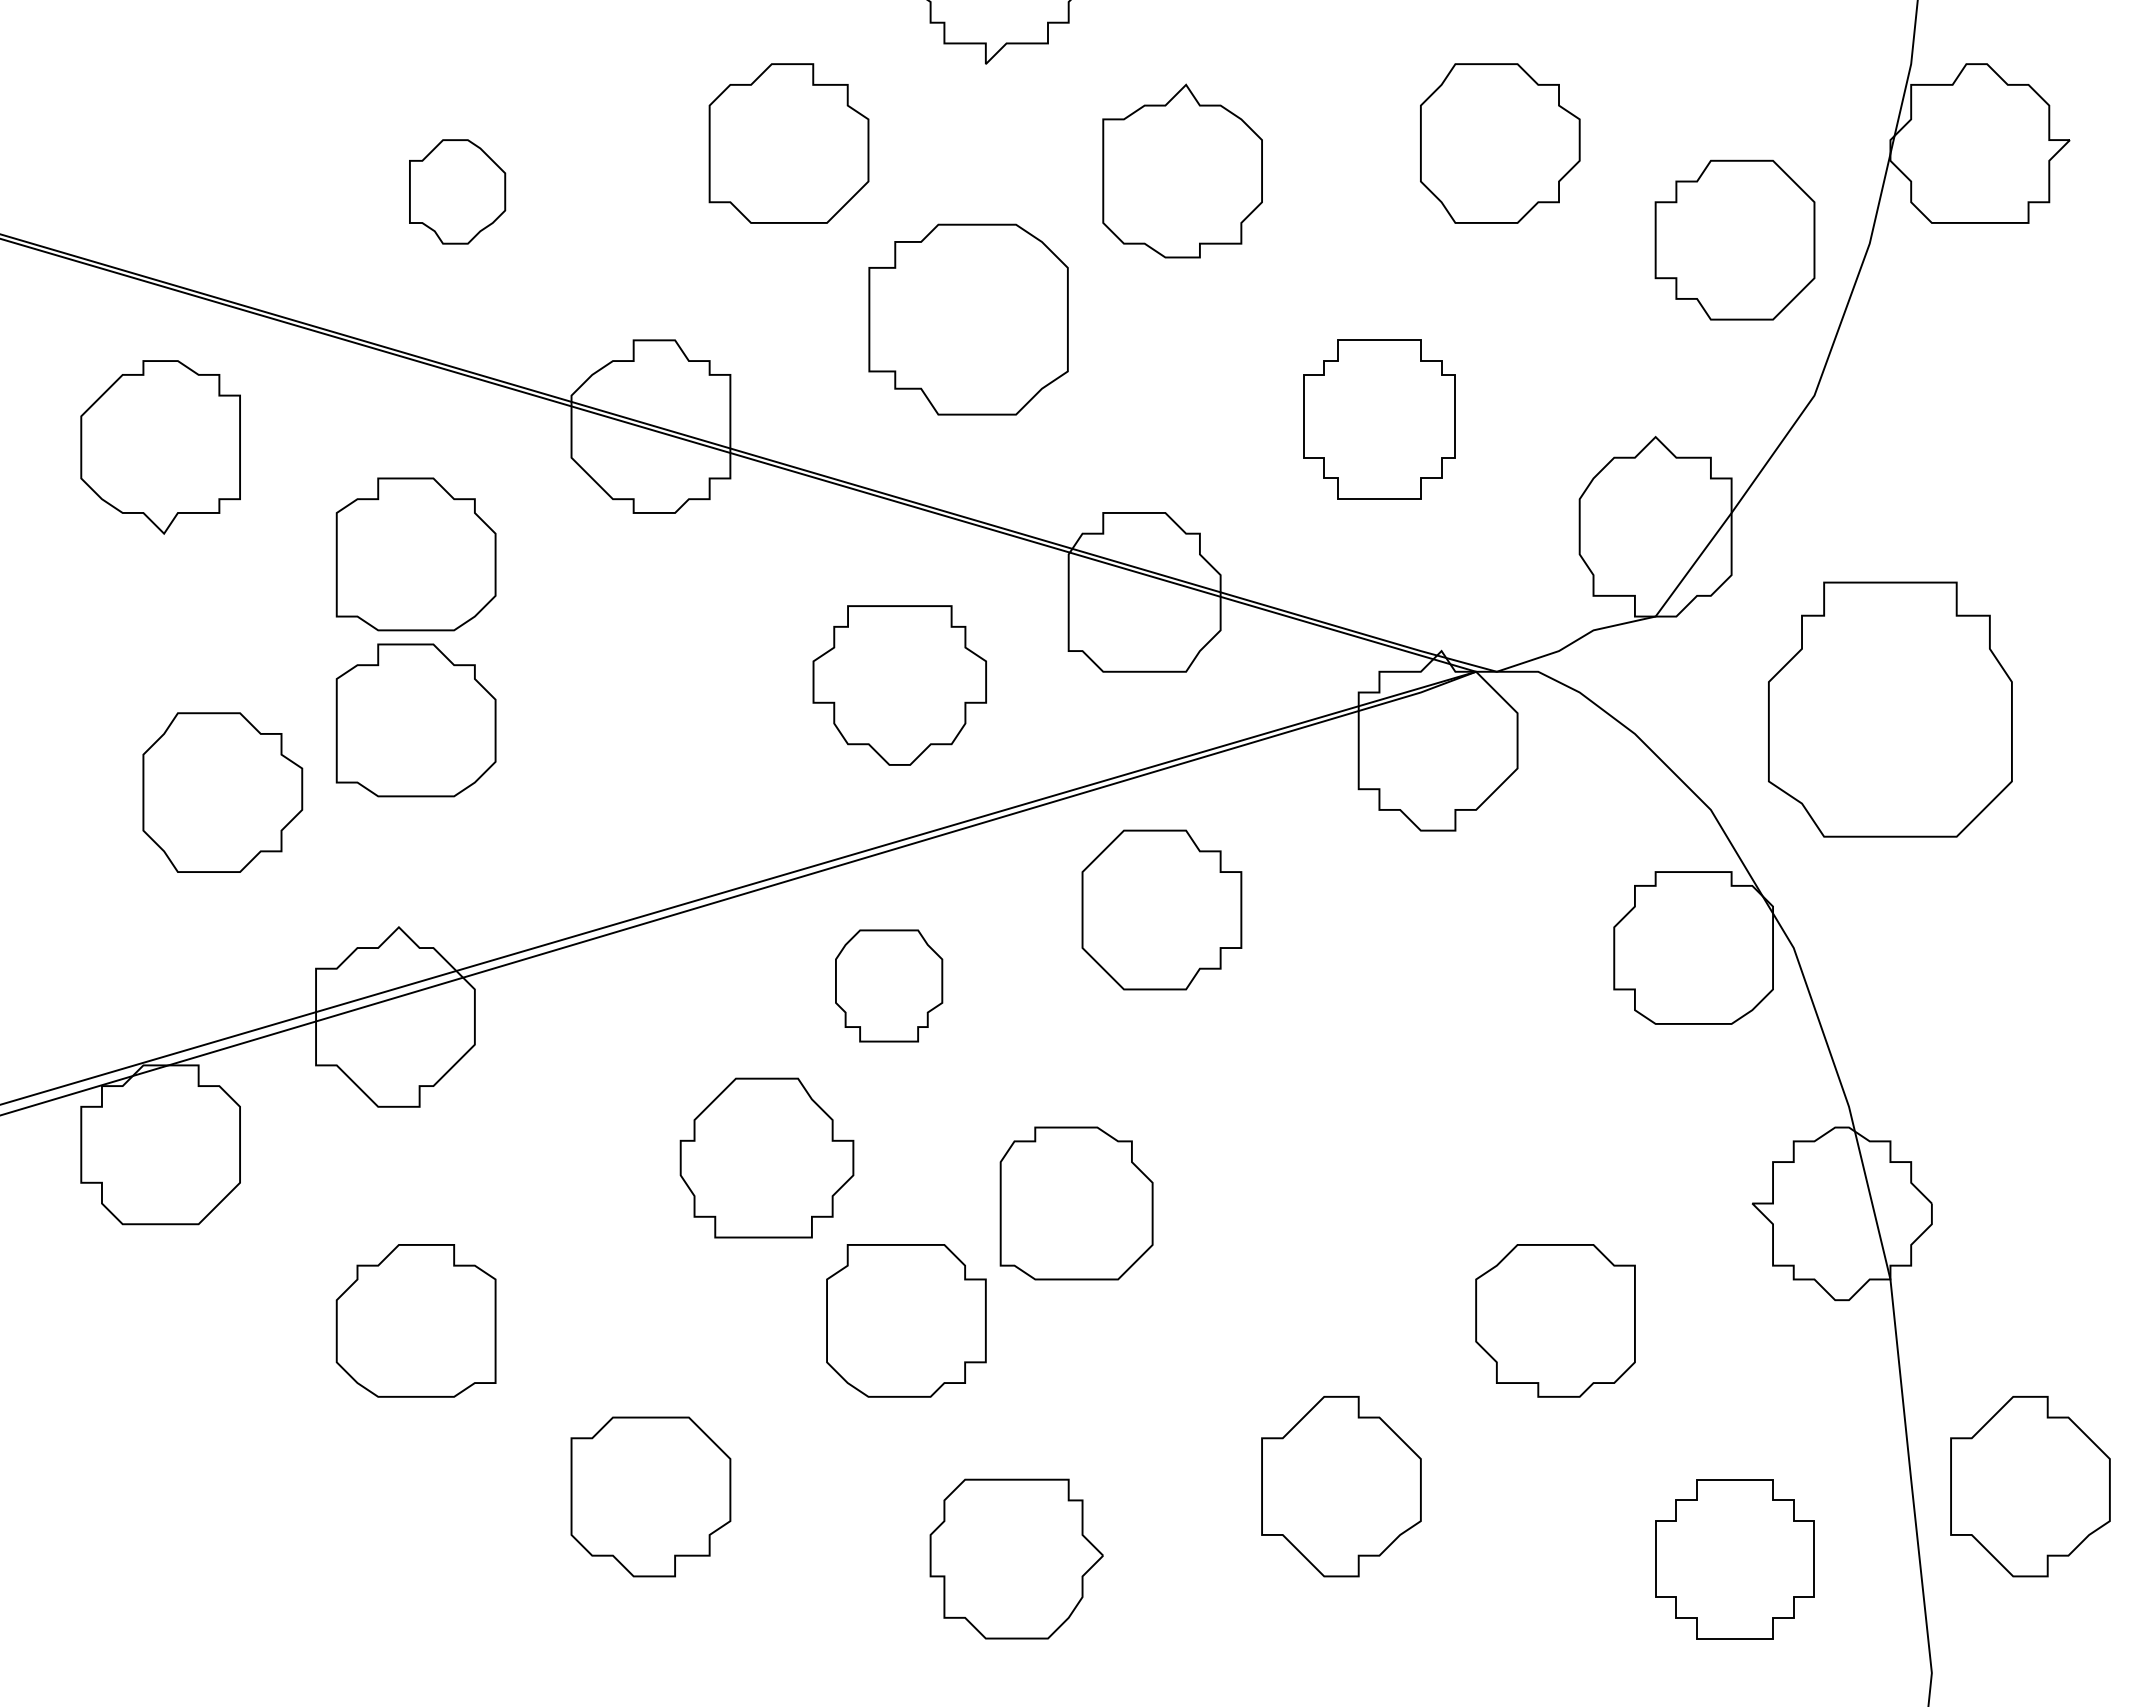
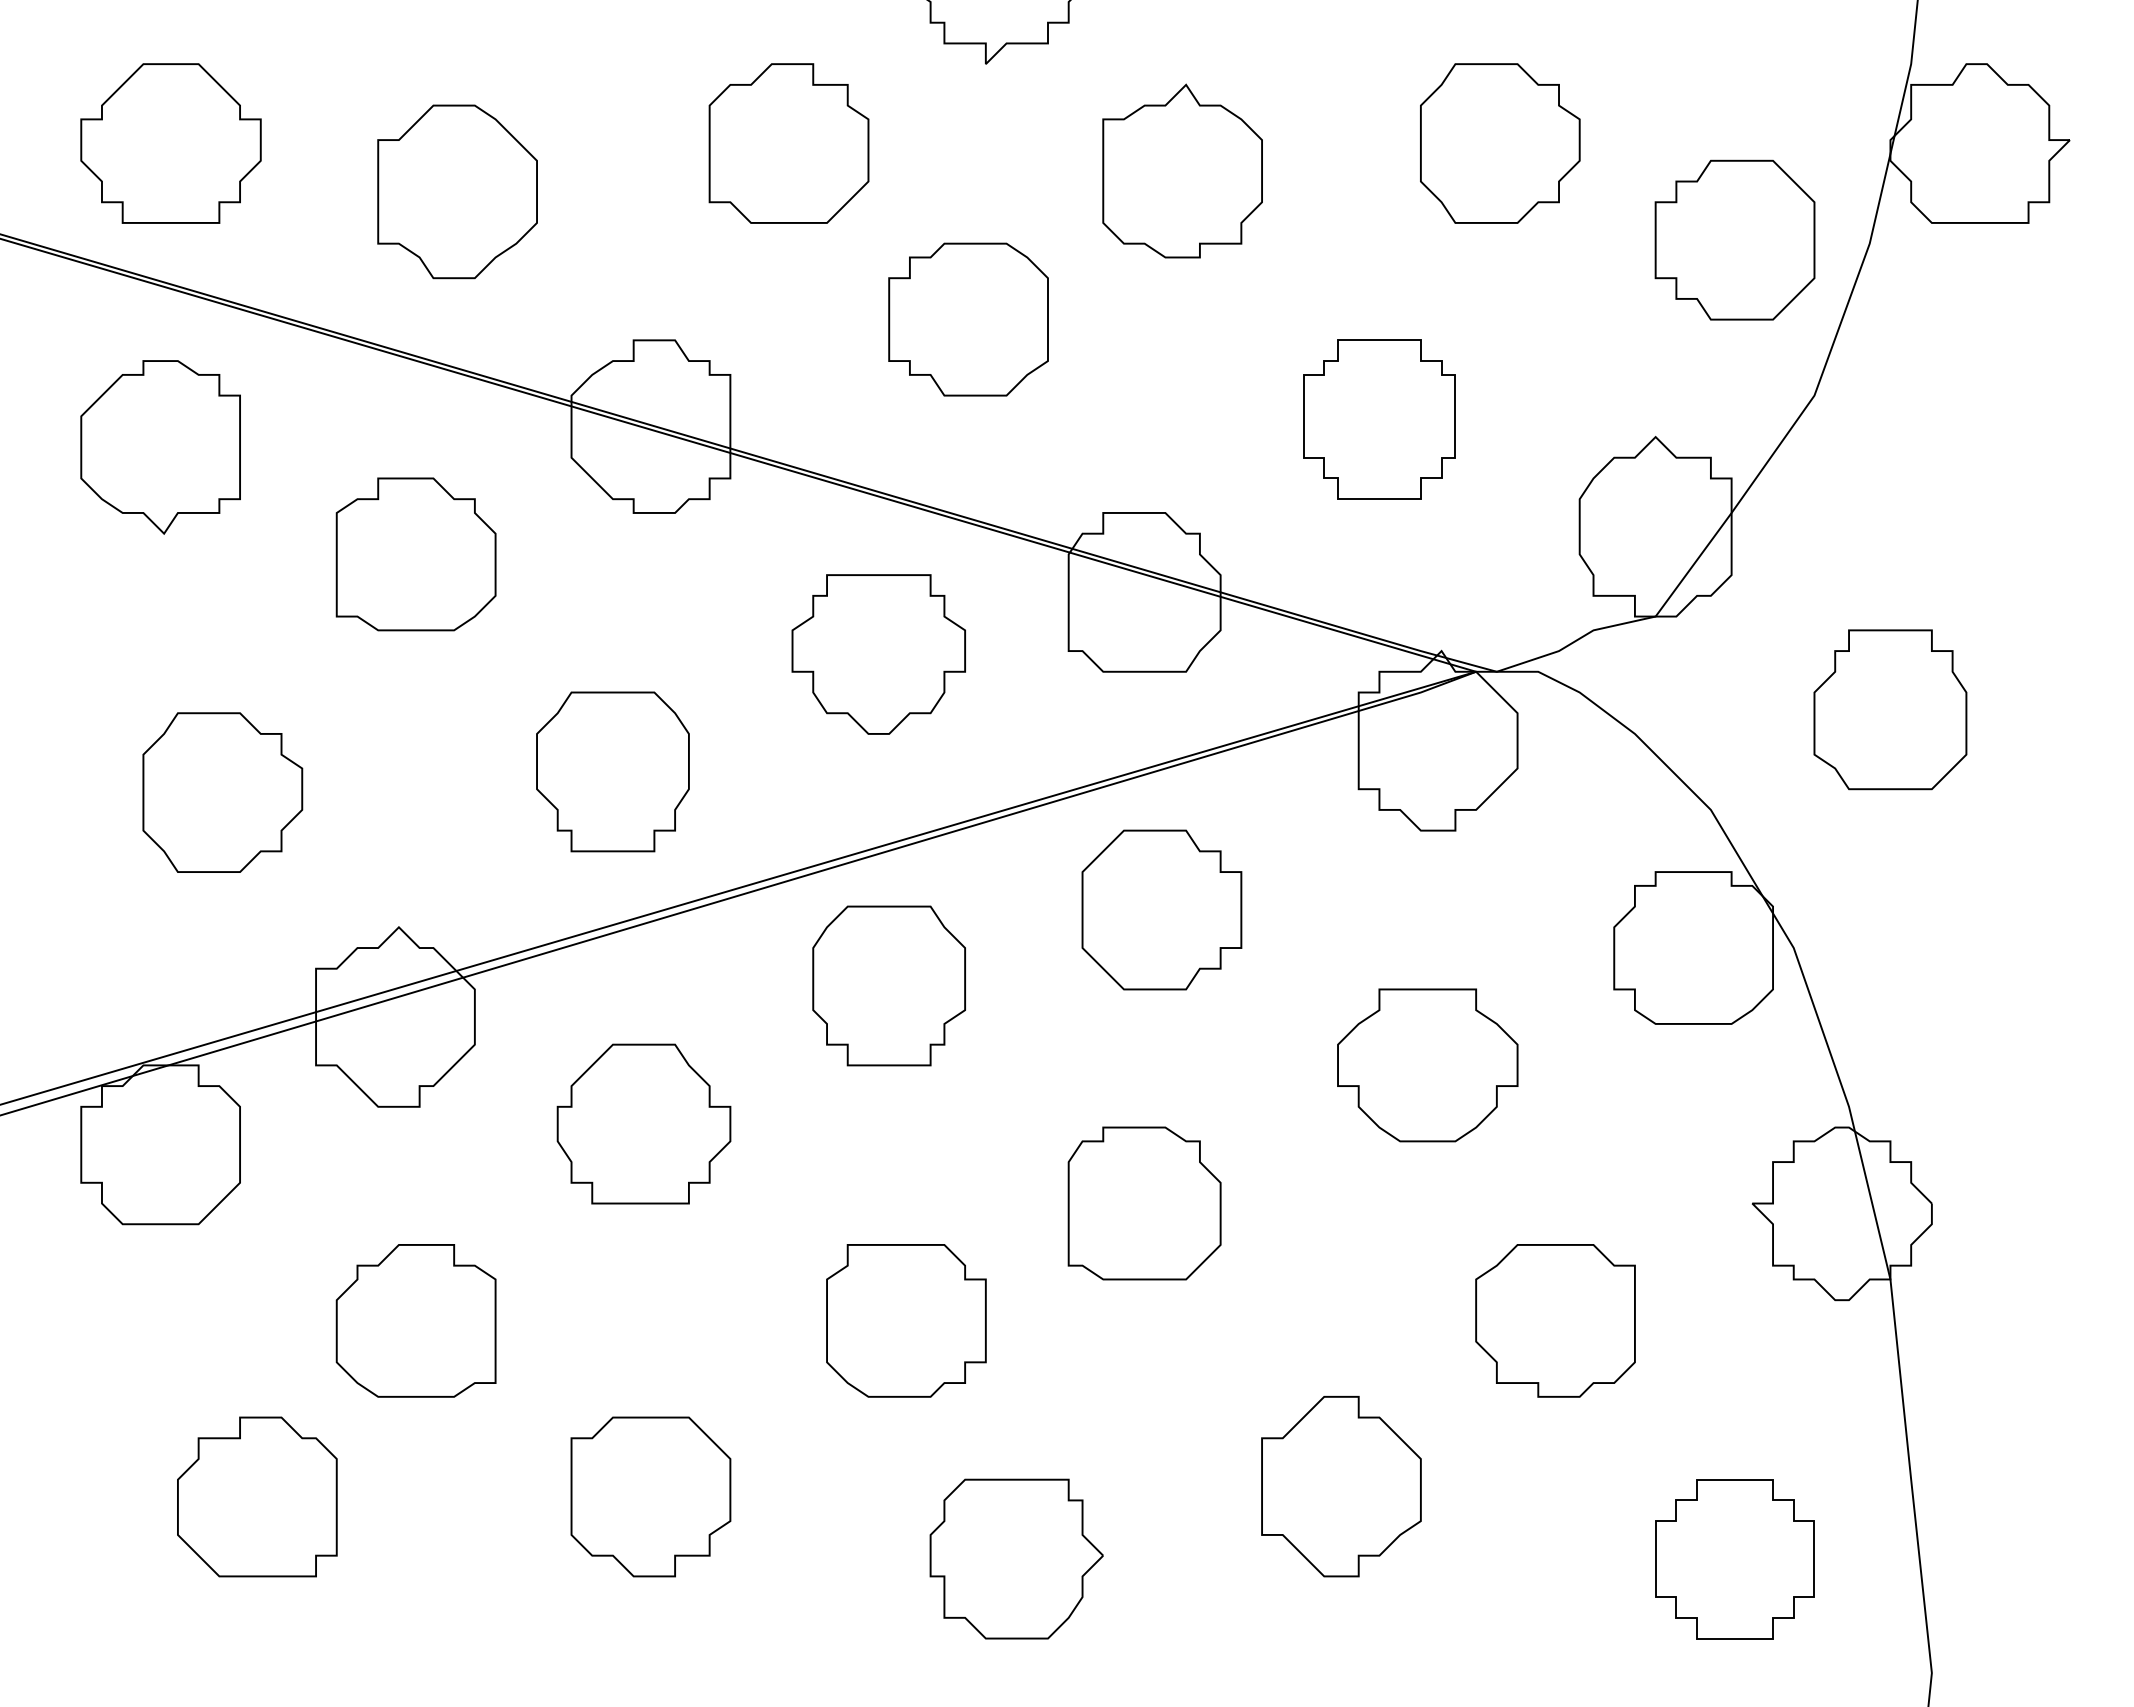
part at (170, 143): none -> present
part at (457, 191) size: 98x106 px -> 161x176 px
part at (968, 319) size: 201x193 px -> 161x155 px
part at (899, 685) position: (899, 685) -> (878, 654)
part at (1890, 709) size: 245x257 px -> 155x162 px
part at (415, 720): present -> none
part at (612, 771): none -> present
part at (889, 985) size: 109x114 px -> 154x162 px
part at (1427, 1065): none -> present
part at (766, 1157) position: (766, 1157) -> (643, 1123)
part at (1076, 1203) position: (1076, 1203) -> (1144, 1203)
part at (2030, 1486): present -> none
part at (257, 1496): none -> present
